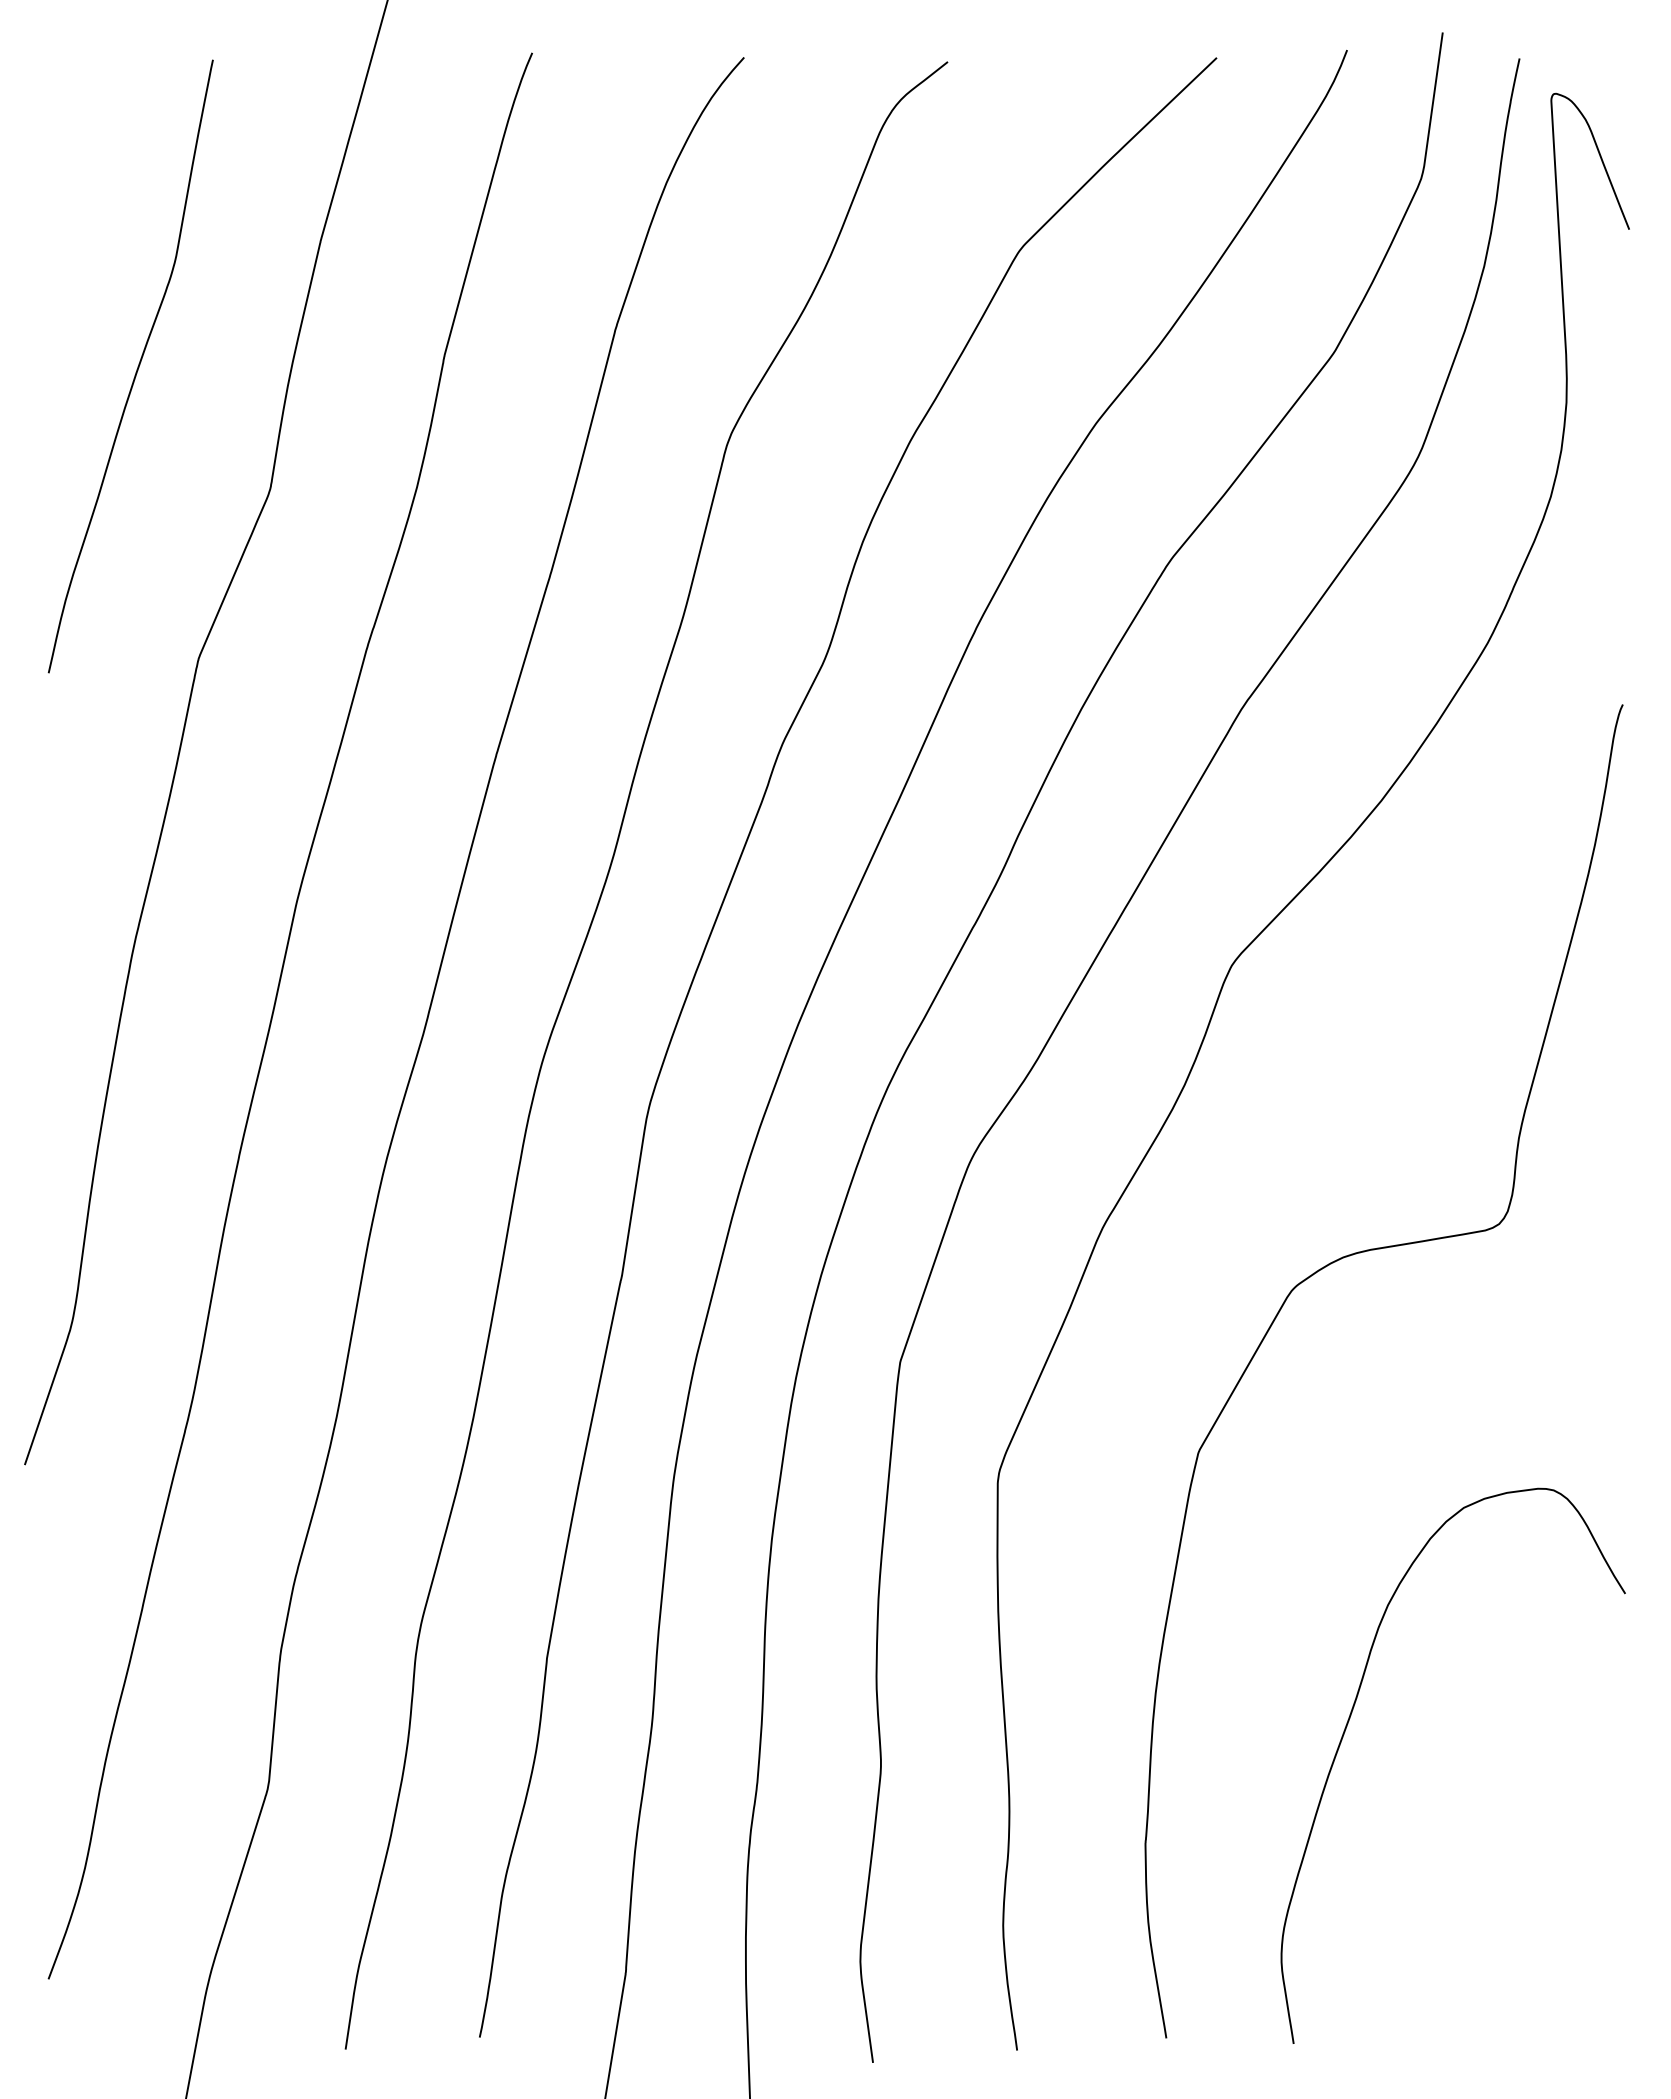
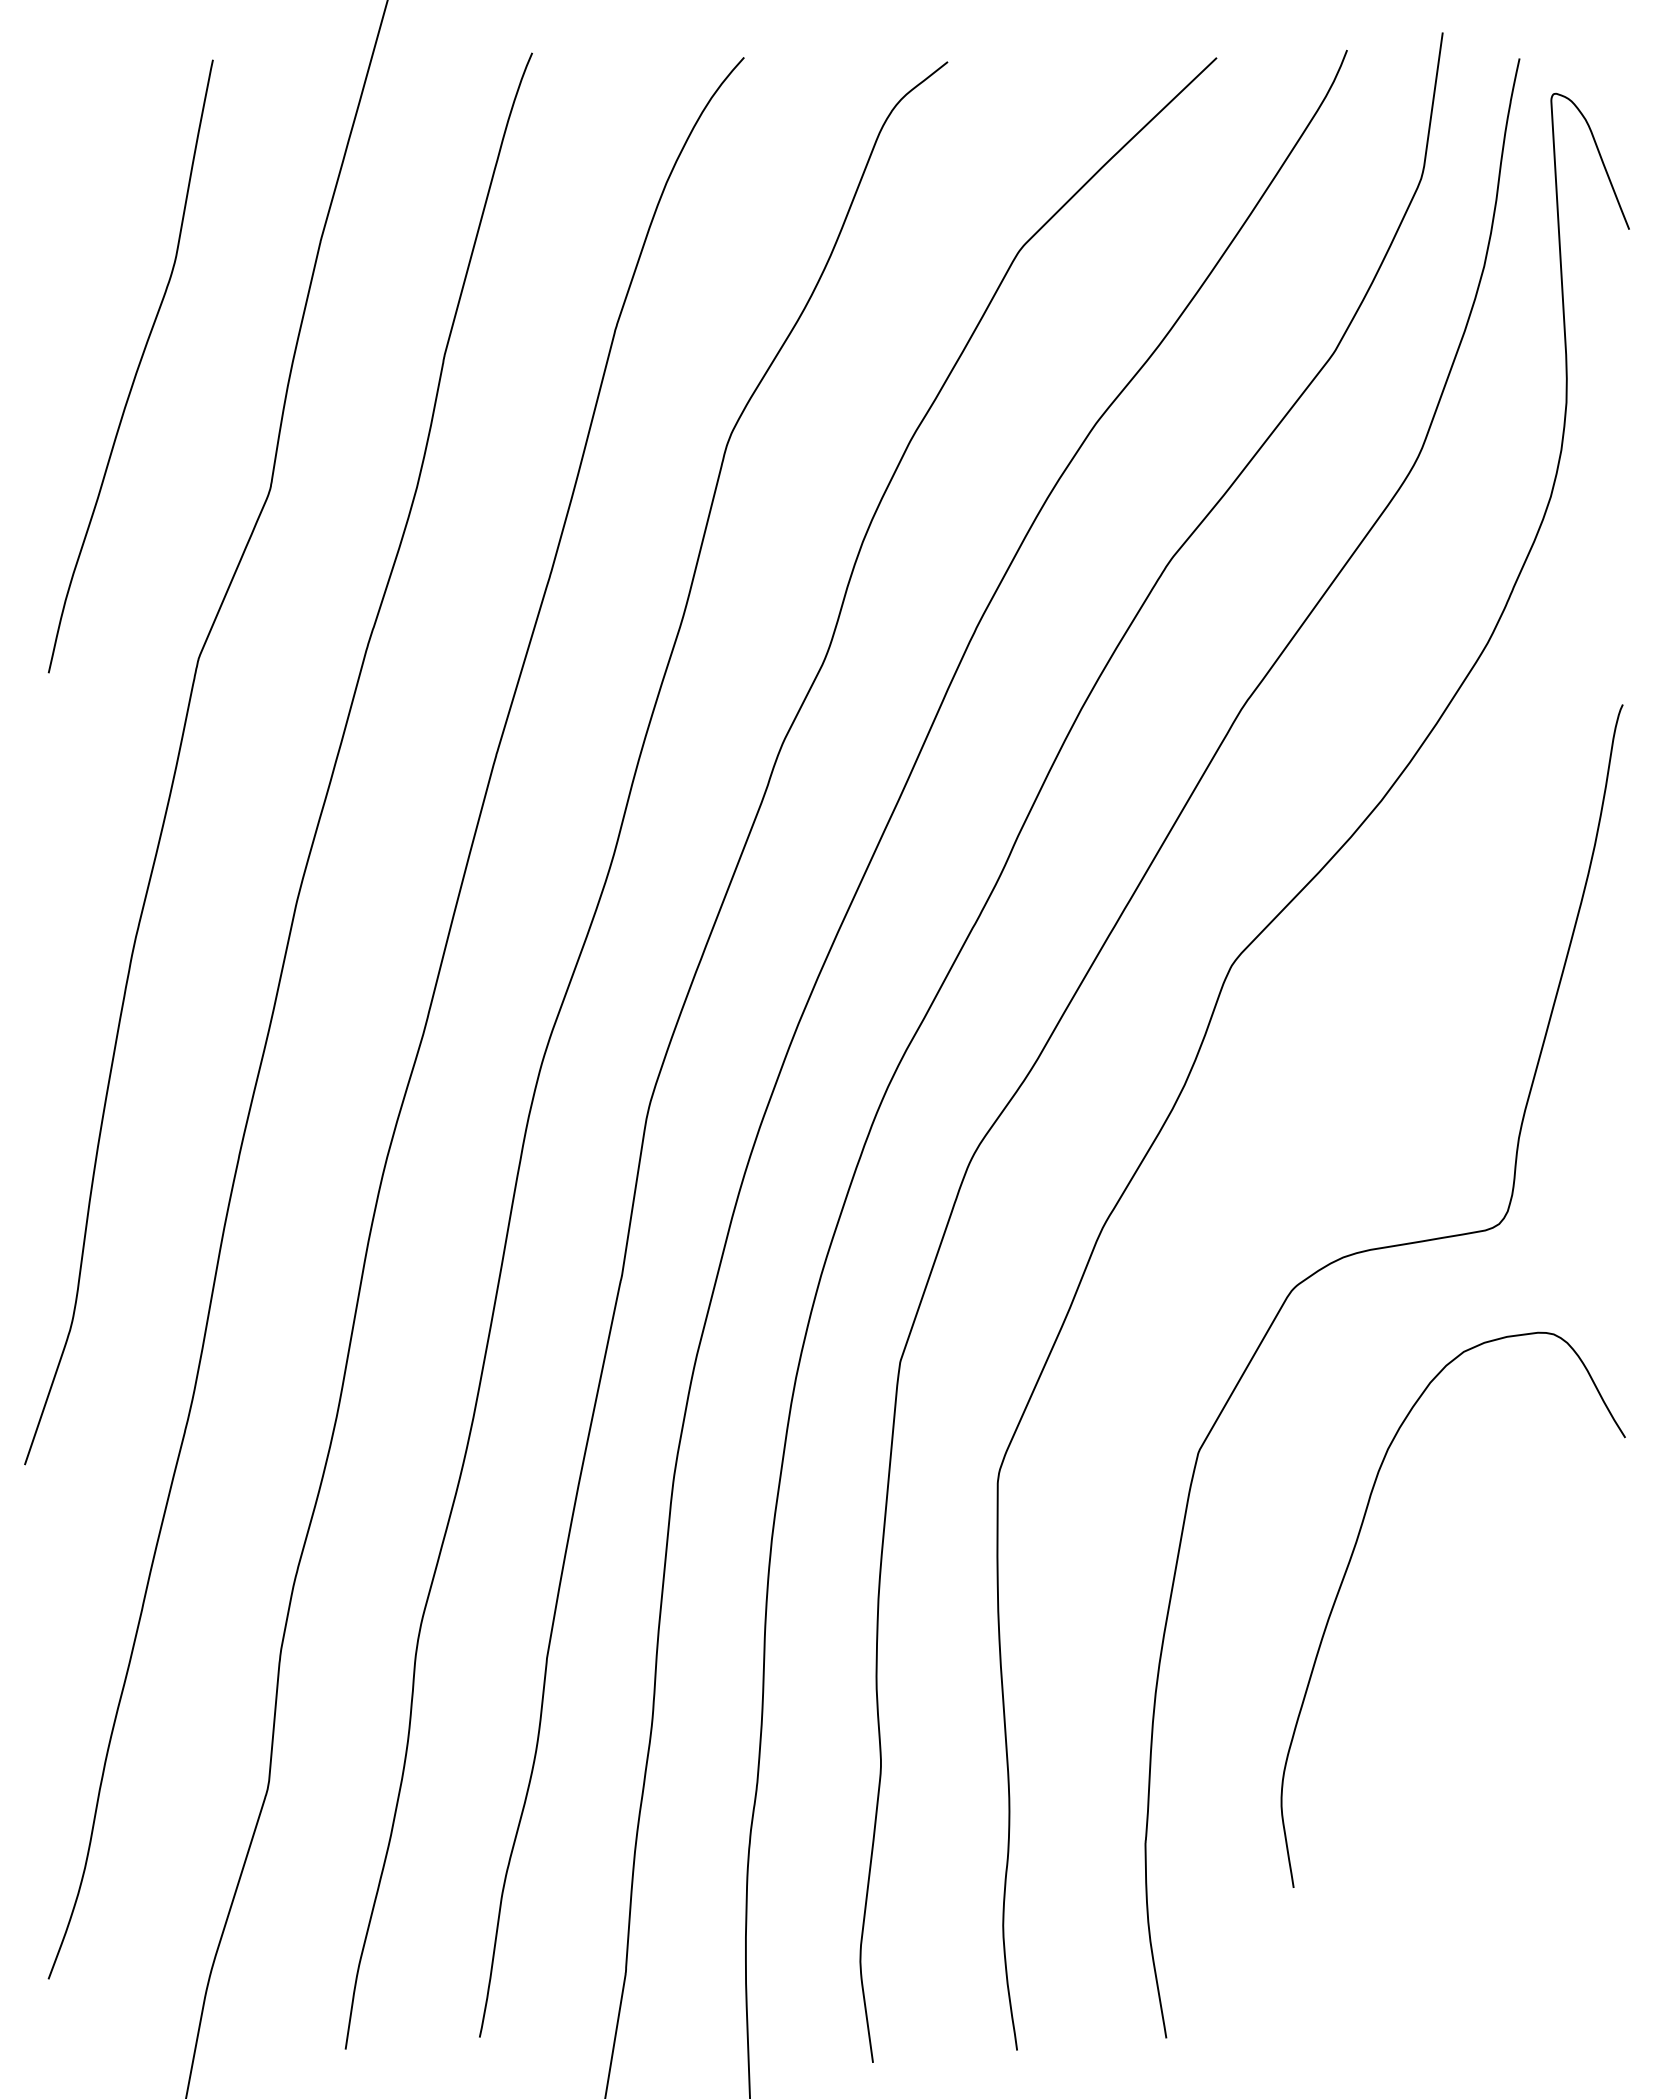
curve at (1346, 1729) position: (1346, 1729) -> (1346, 1573)
